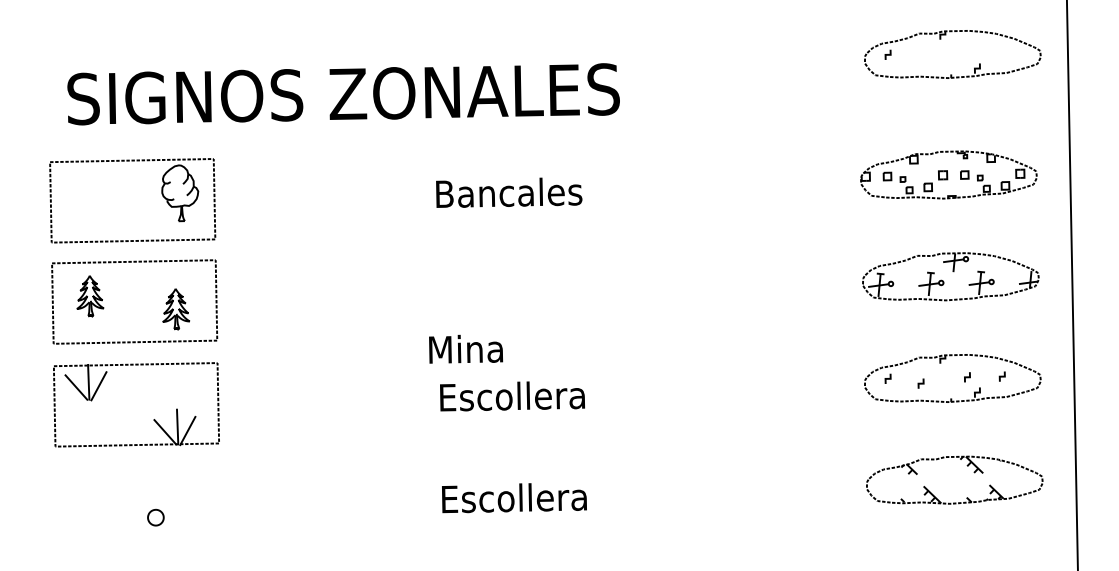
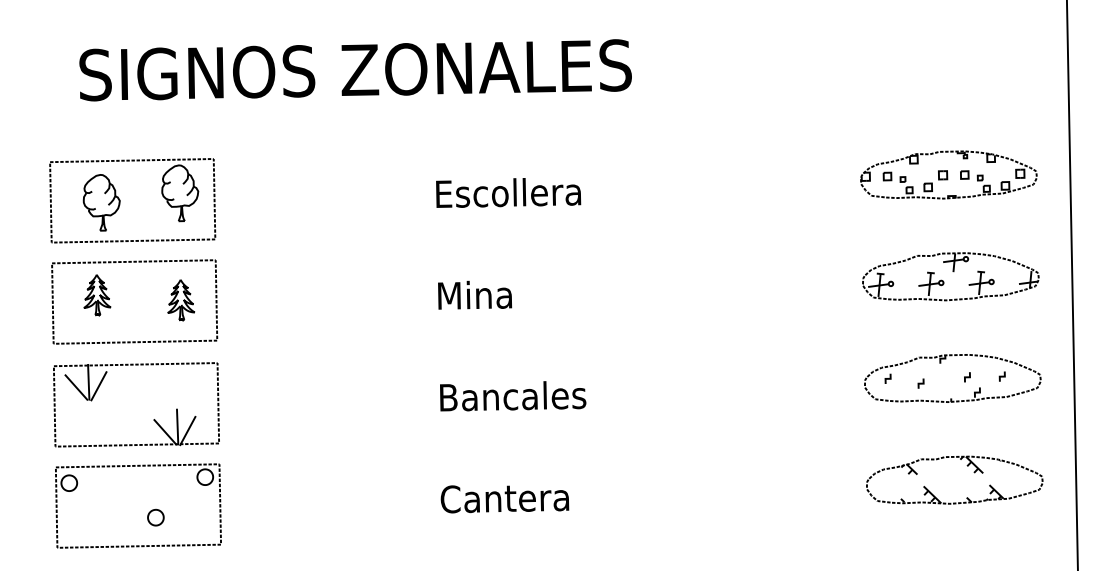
part at (941, 39): present -> none
text at (343, 94) position: (343, 94) -> (355, 70)
text at (514, 192): Bancales -> Escollera
part at (101, 202): none -> present
part at (90, 296) position: (90, 296) -> (97, 295)
part at (176, 309) position: (176, 309) -> (181, 300)
text at (466, 348) position: (466, 348) -> (475, 294)
text at (518, 396): Escollera -> Bancales
part at (138, 466): none -> present
text at (513, 498): Escollera -> Cantera
